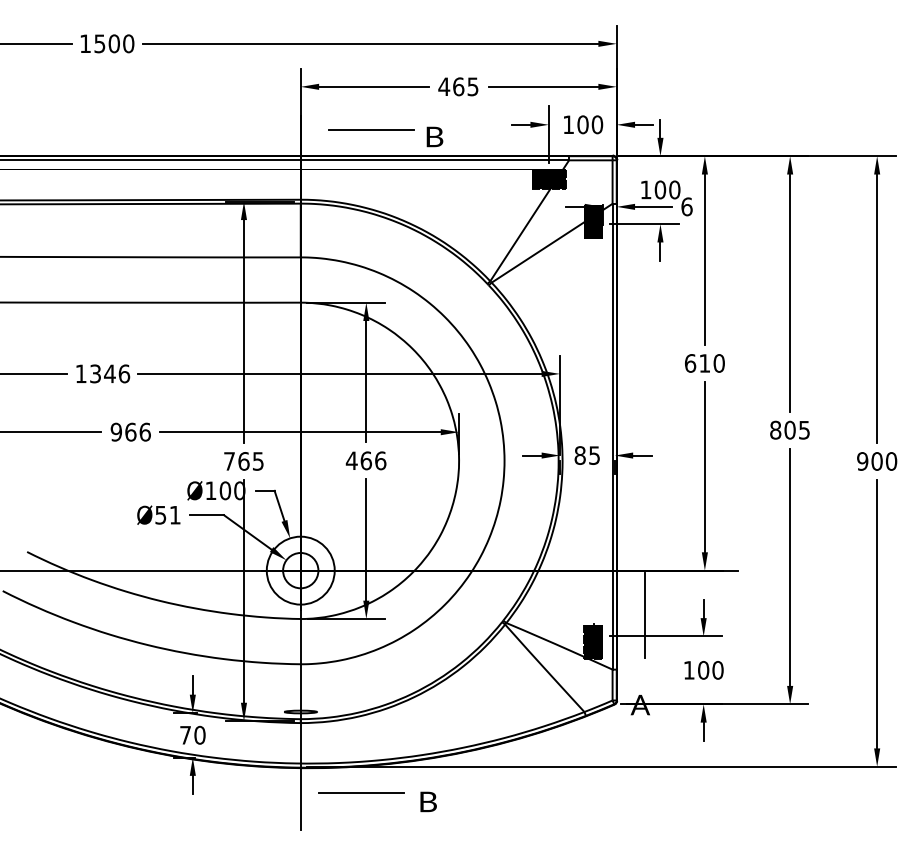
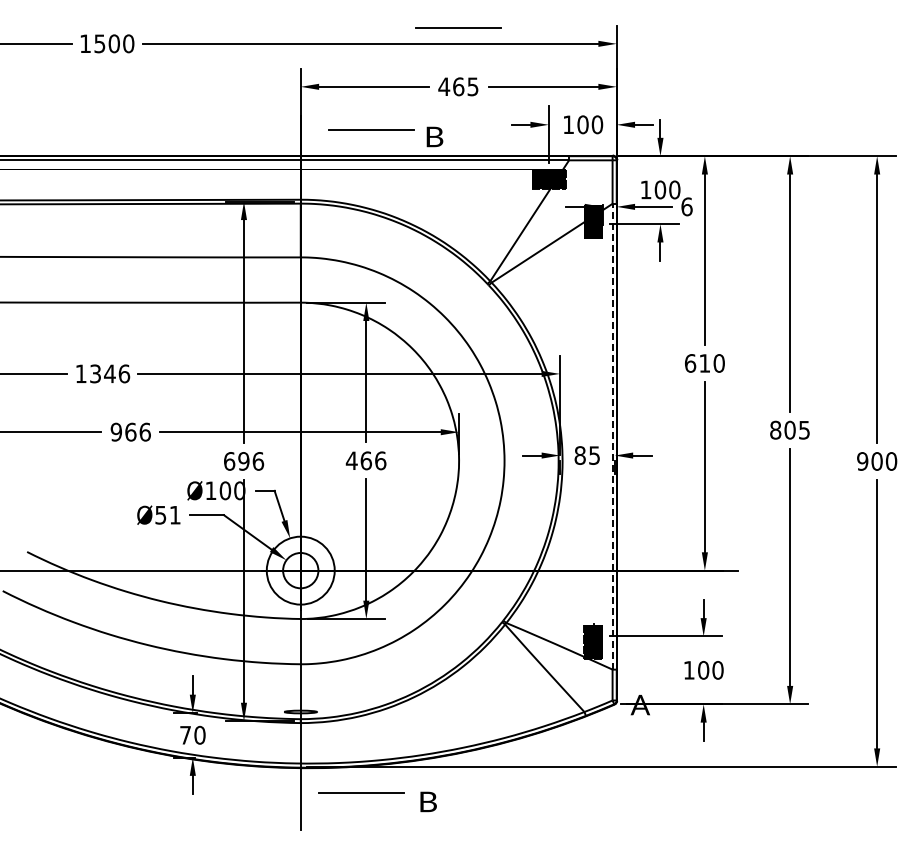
line at (458, 27): none -> present
line at (612, 436): solid -> dashed
text at (244, 461): 765 -> 696
line at (645, 614): present -> none
